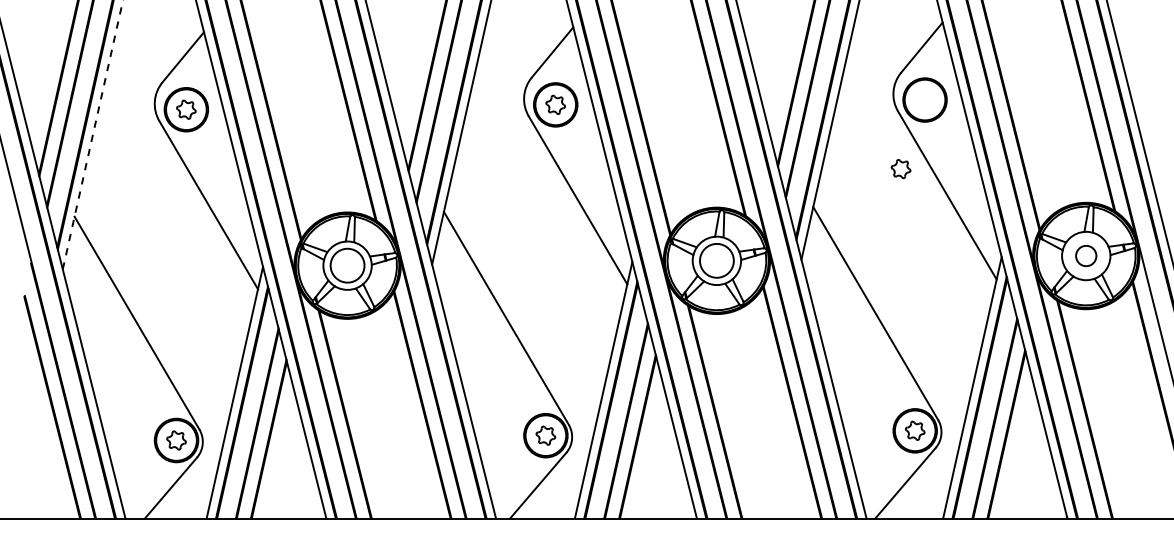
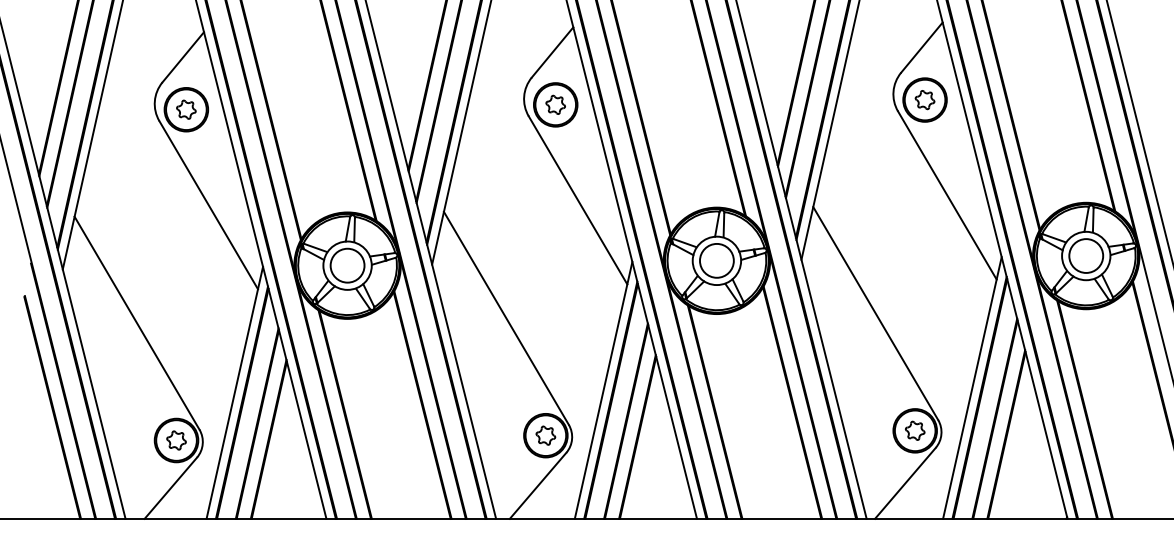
line at (92, 134): dashed -> solid
part at (900, 169) position: (900, 169) -> (924, 100)
circle at (1086, 255) diameter: 20 px -> 34 px
